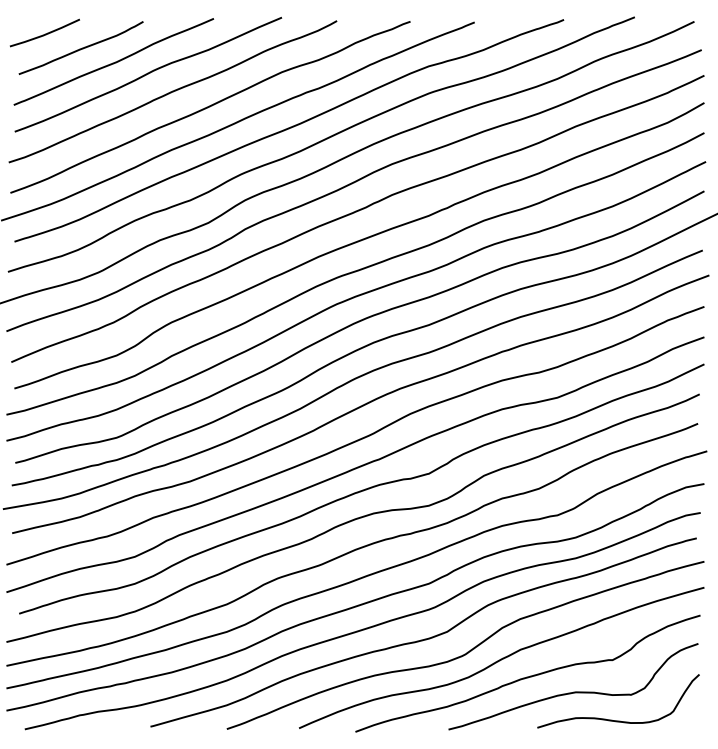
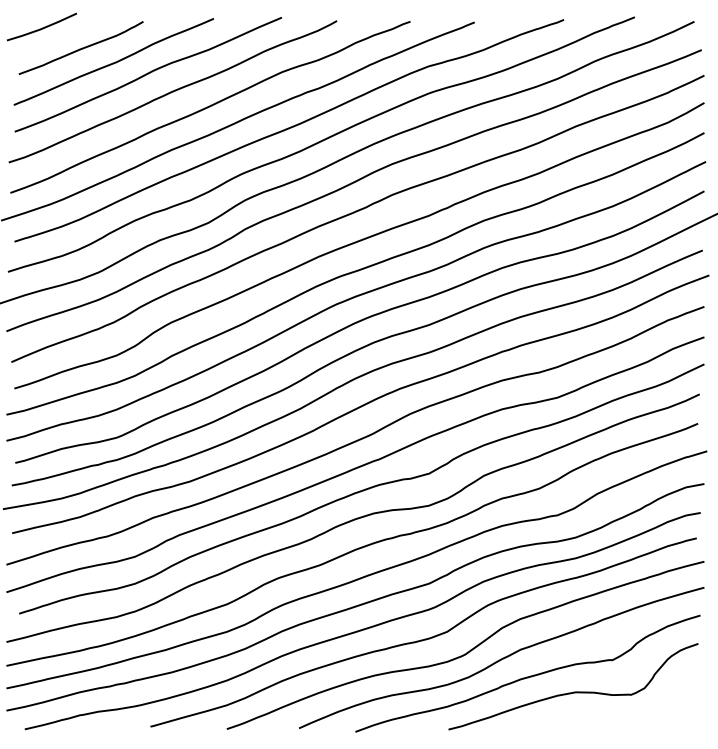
line at (45, 33) position: (45, 33) -> (42, 27)
curve at (612, 719): present -> none
